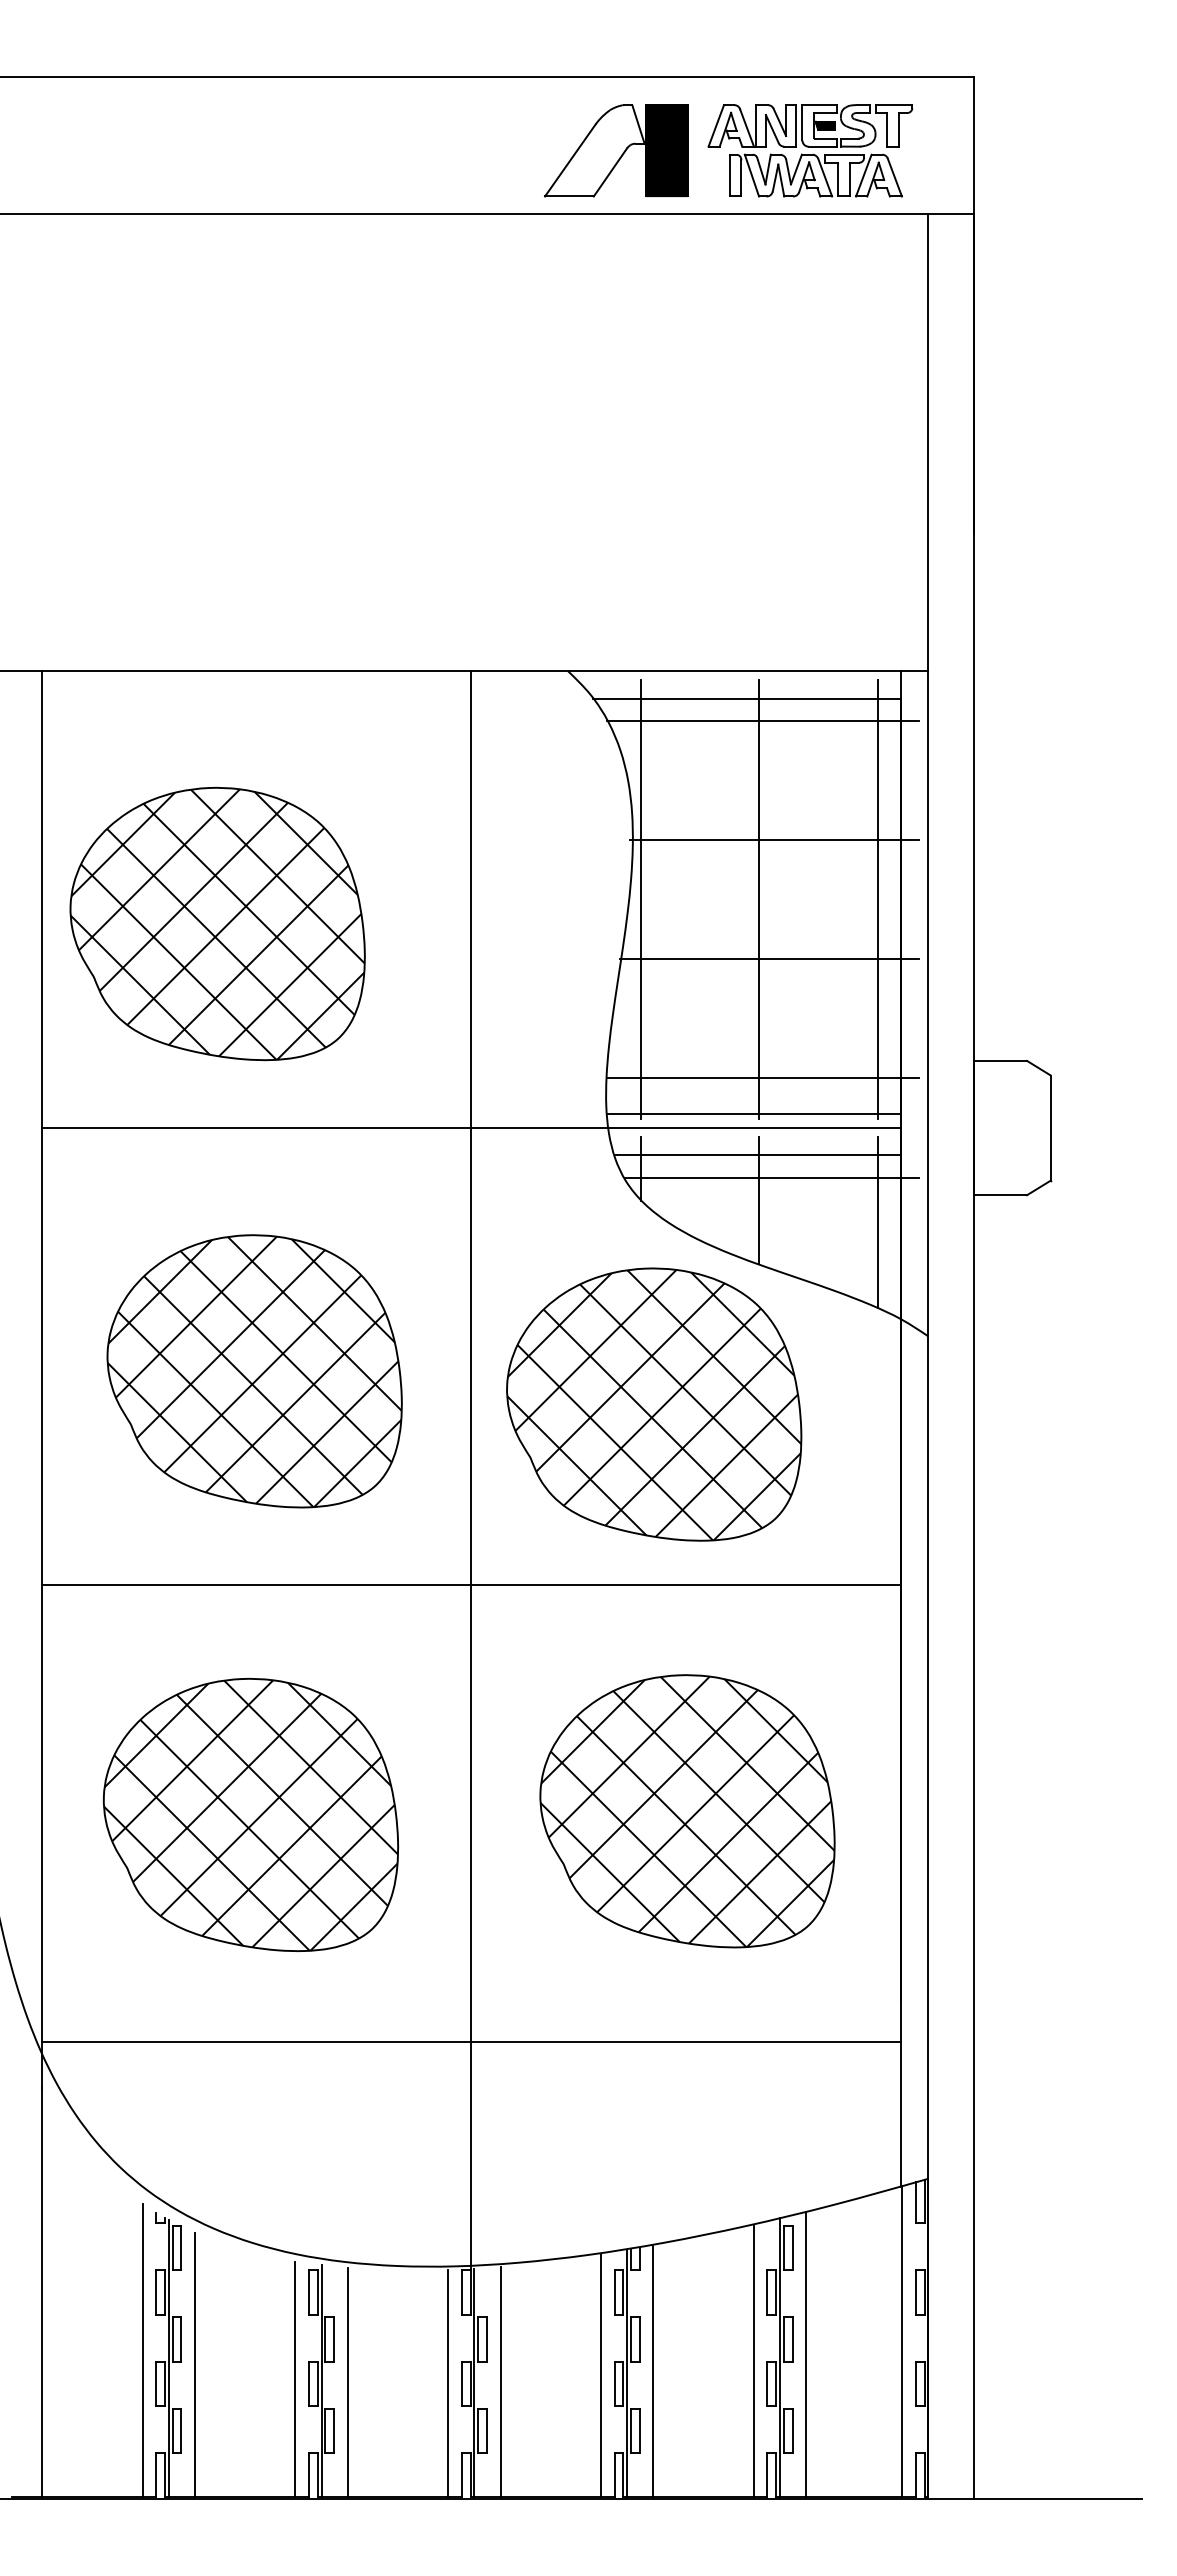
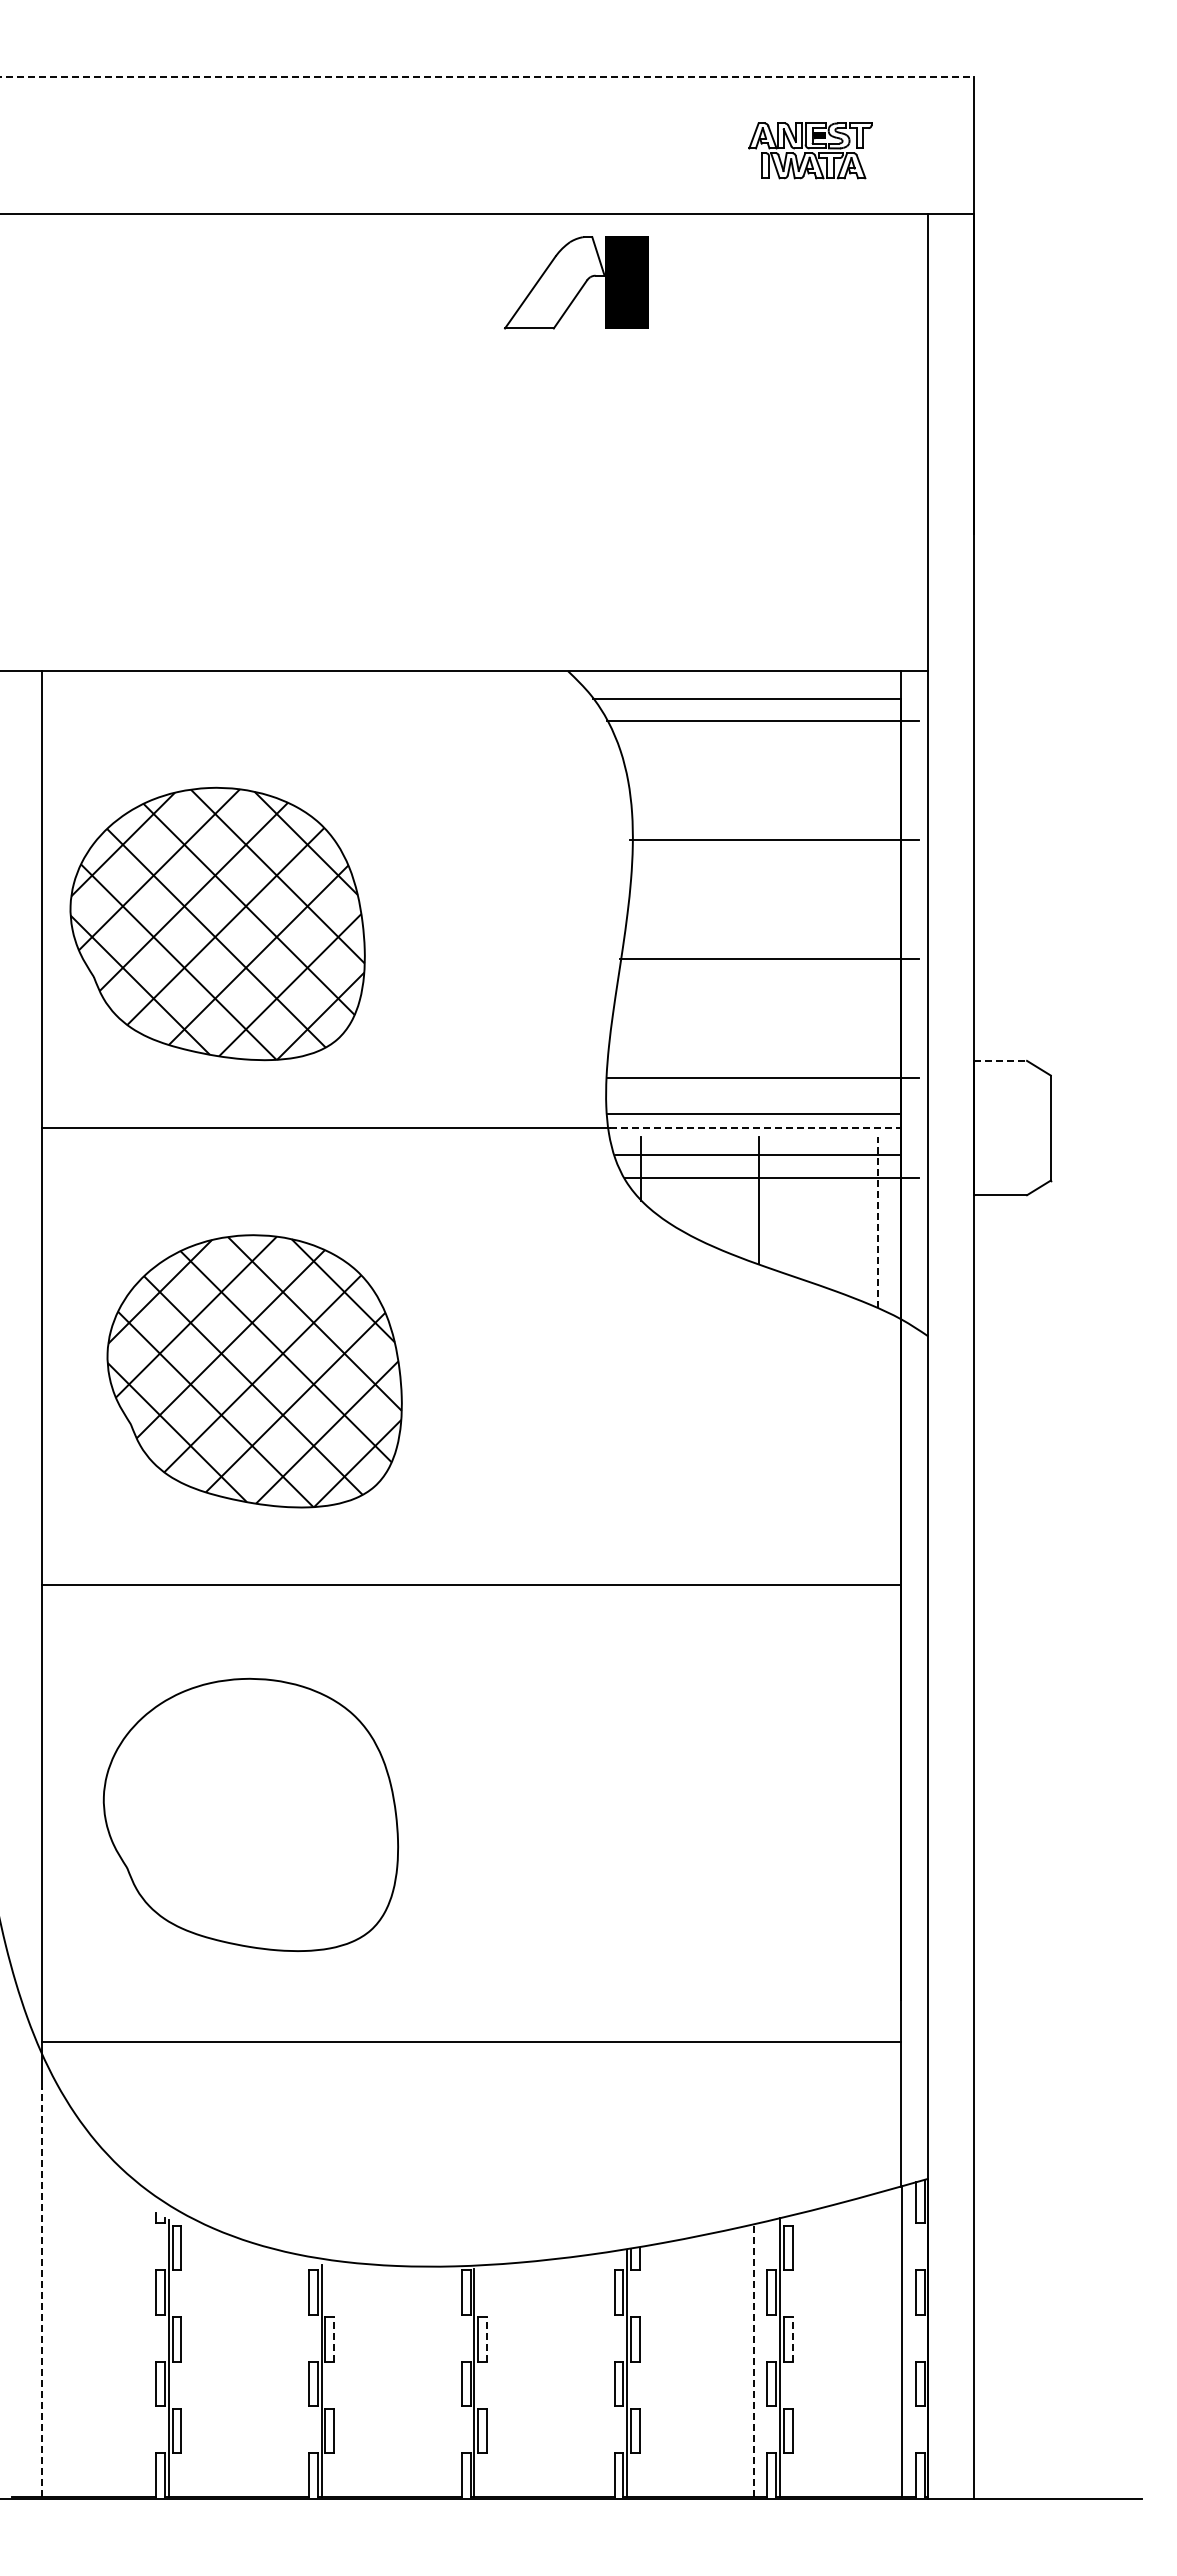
line at (487, 77): solid -> dashed
part at (616, 150) position: (616, 150) -> (576, 282)
part at (810, 150) size: 207x94 px -> 125x58 px
line at (640, 899): present -> none
line at (759, 899): present -> none
line at (878, 899): present -> none
line at (1001, 1060): solid -> dashed
line at (755, 1128): solid -> dashed
line at (878, 1221): solid -> dashed
part at (654, 1404): present -> none
line at (471, 1469): present -> none
part at (687, 1811): present -> none
hatch at (251, 1815): present -> none
line at (42, 2292): solid -> dashed
line at (334, 2339): solid -> dashed
line at (487, 2339): solid -> dashed
line at (792, 2339): solid -> dashed
line at (142, 2350): present -> none
line at (806, 2354): present -> none
line at (753, 2360): solid -> dashed
line at (194, 2364): present -> none
line at (653, 2371): present -> none
line at (601, 2375): present -> none
line at (295, 2379): present -> none
line at (500, 2381): present -> none
line at (347, 2382): present -> none
line at (448, 2383): present -> none
